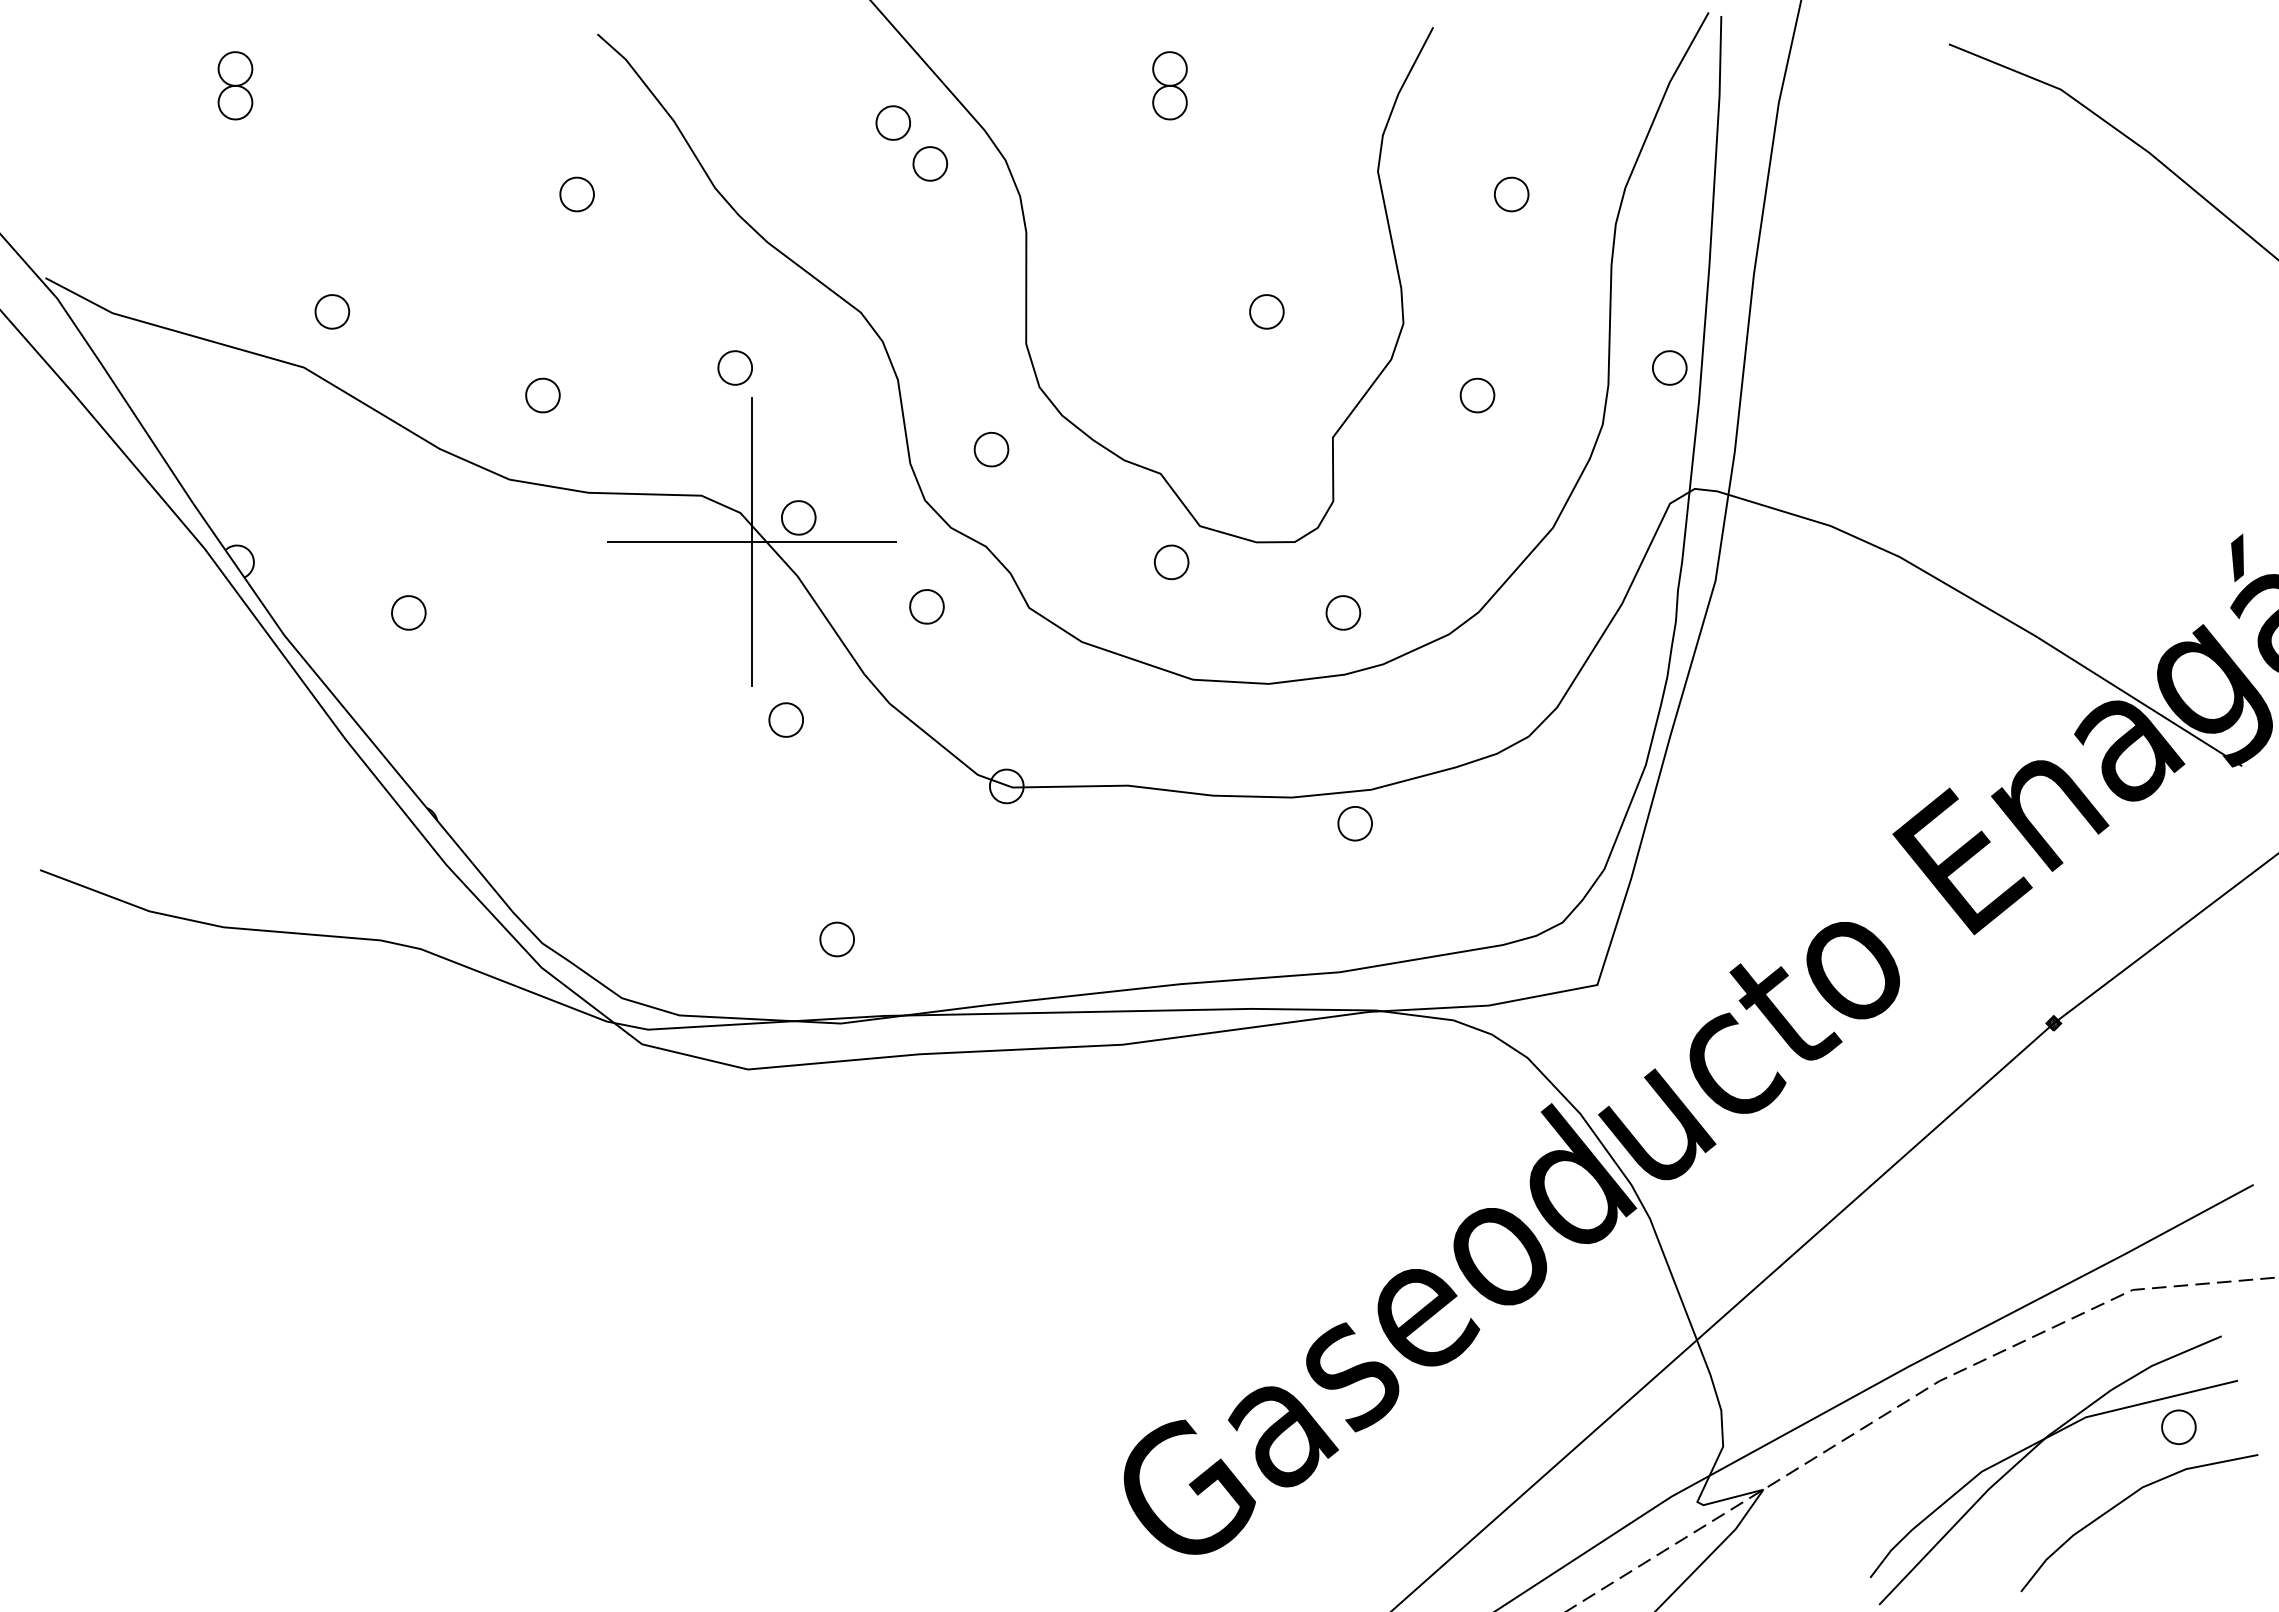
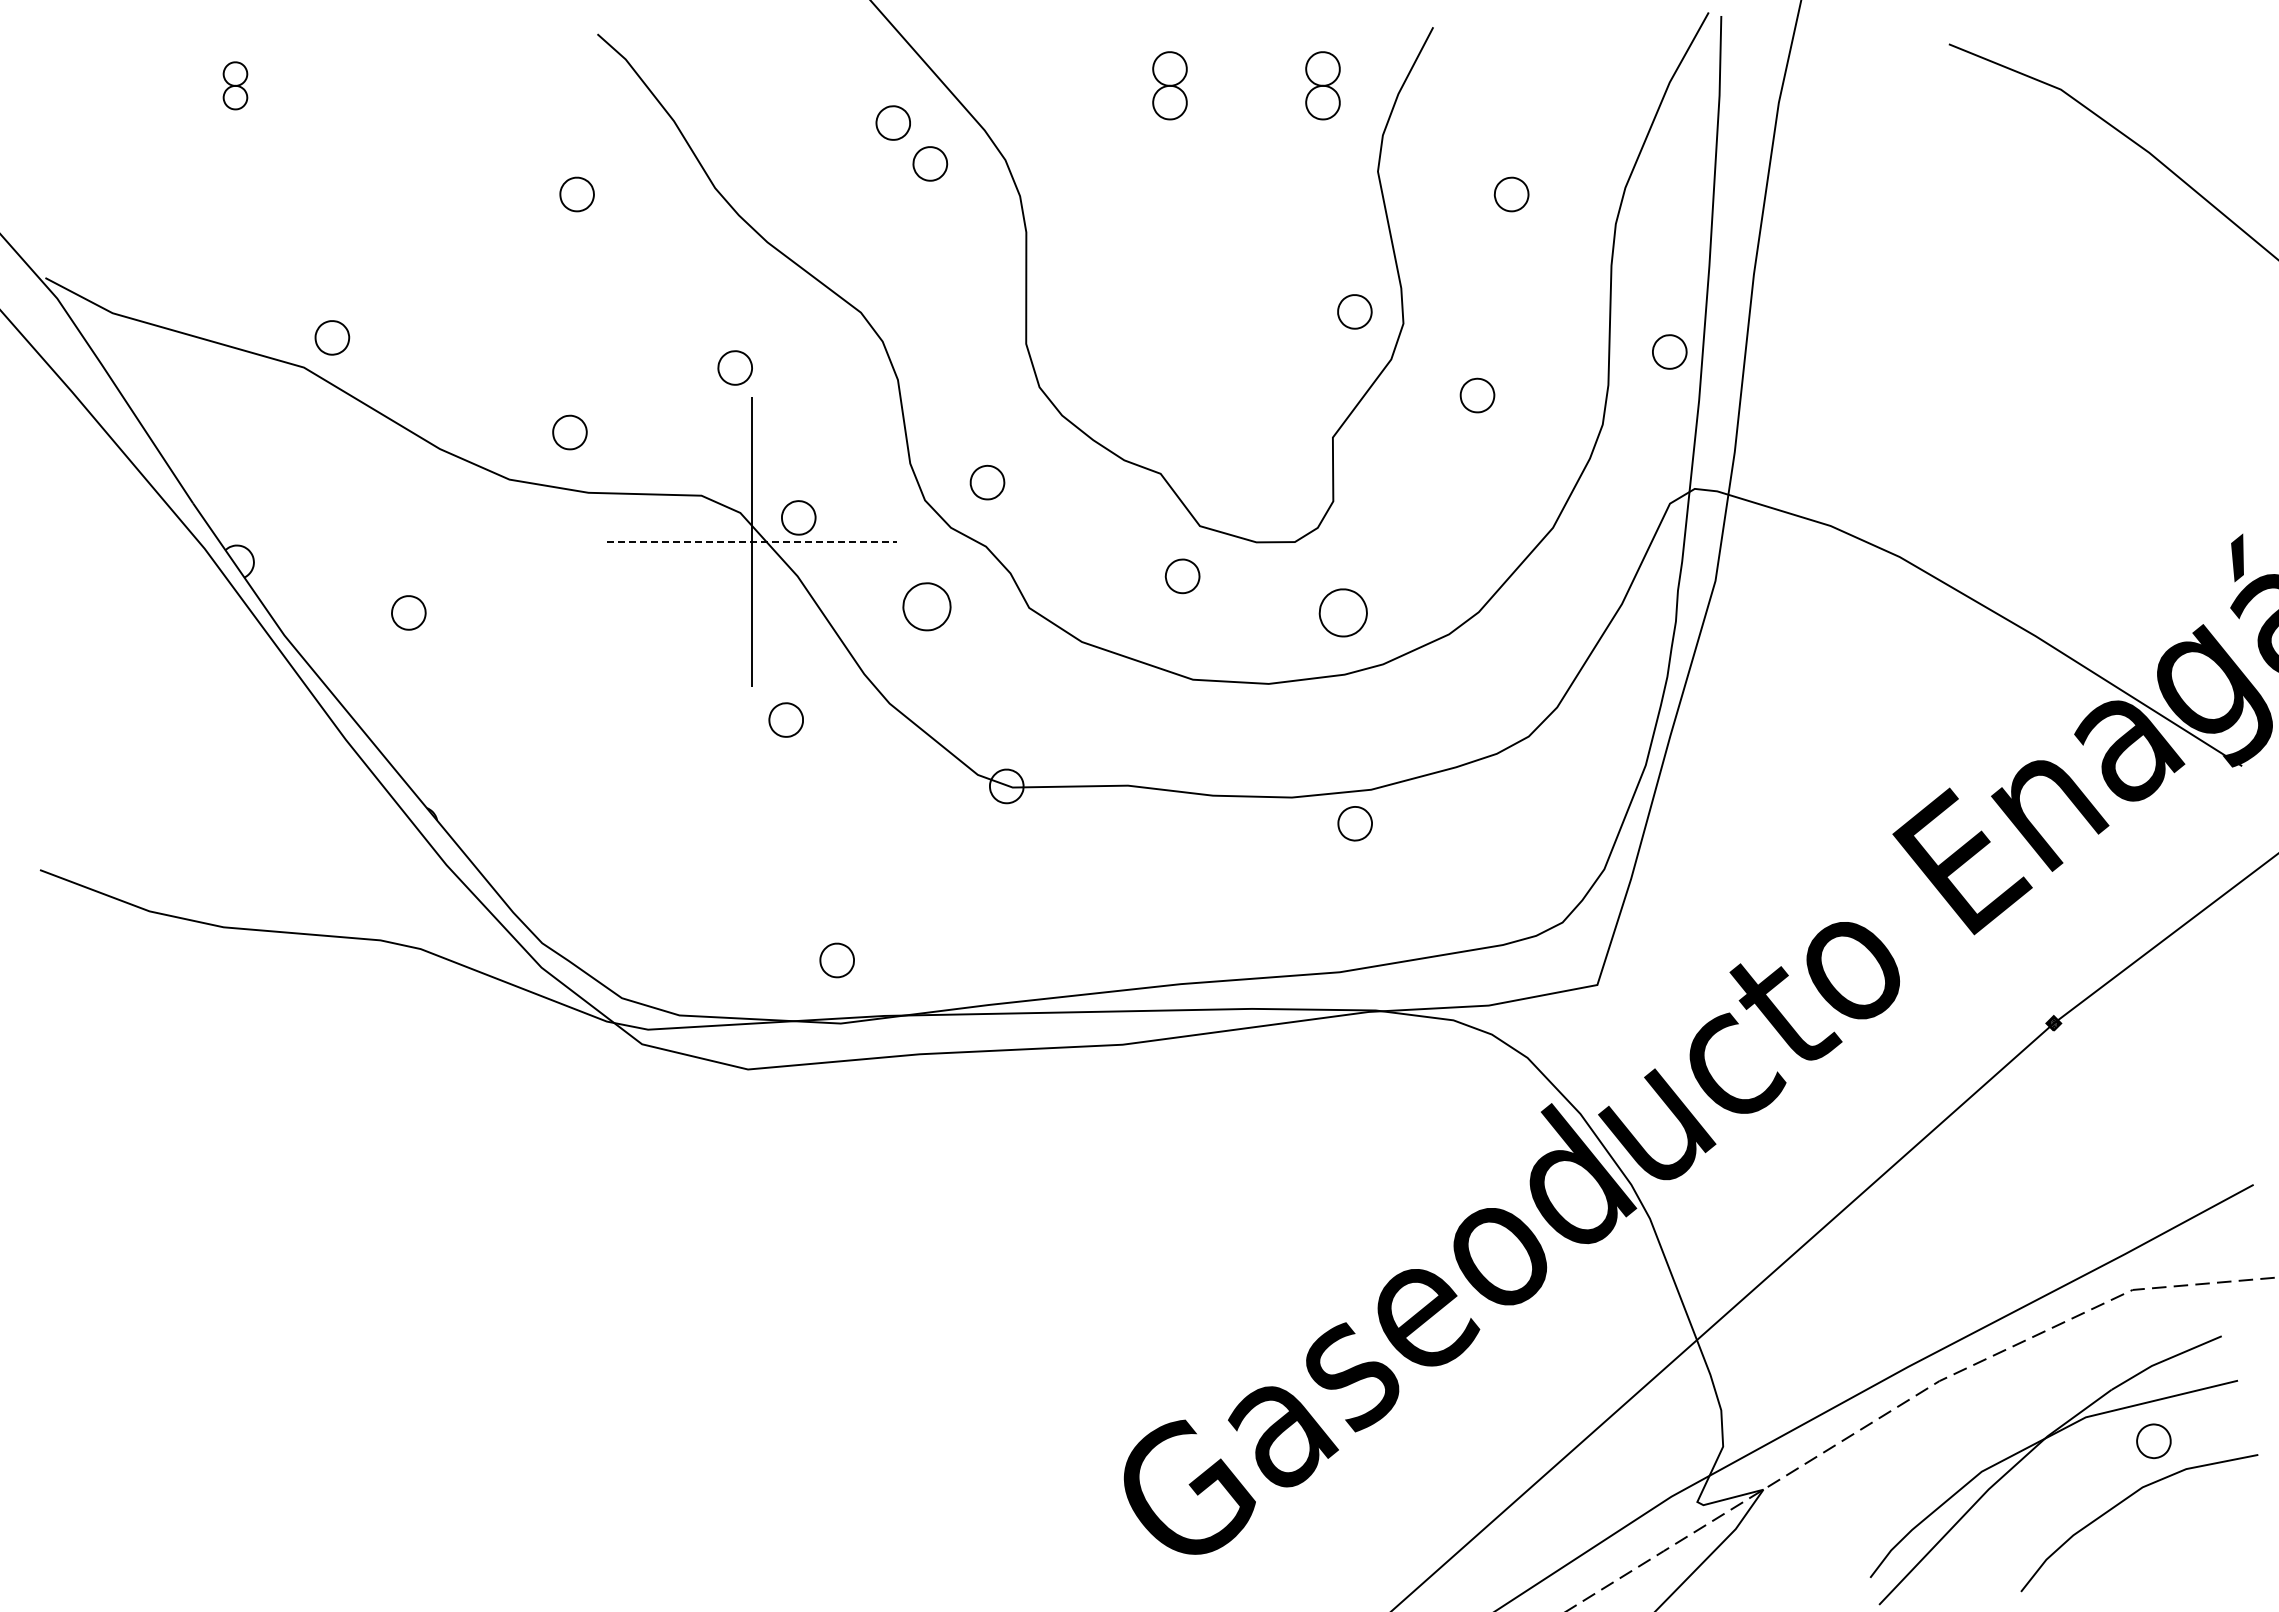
part at (235, 85) size: 37x70 px -> 27x50 px
part at (1322, 85): none -> present
part at (332, 311) position: (332, 311) -> (332, 337)
part at (1266, 311) position: (1266, 311) -> (1354, 311)
part at (1669, 367) position: (1669, 367) -> (1669, 351)
part at (542, 395) position: (542, 395) -> (569, 432)
part at (991, 449) position: (991, 449) -> (987, 482)
line at (752, 541): solid -> dashed
part at (1171, 562) position: (1171, 562) -> (1182, 576)
part at (926, 606) size: 36x36 px -> 50x50 px
part at (1343, 612) size: 37x36 px -> 50x50 px
part at (836, 939) position: (836, 939) -> (836, 960)
part at (2178, 1427) position: (2178, 1427) -> (2153, 1441)
